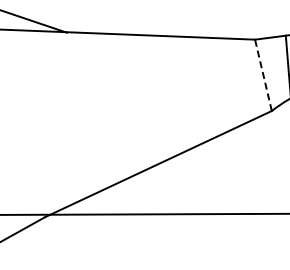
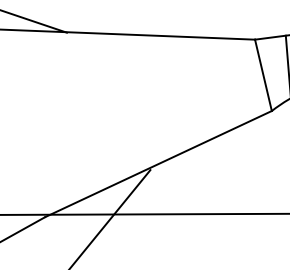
line at (263, 75): dashed -> solid
line at (110, 218): none -> present
